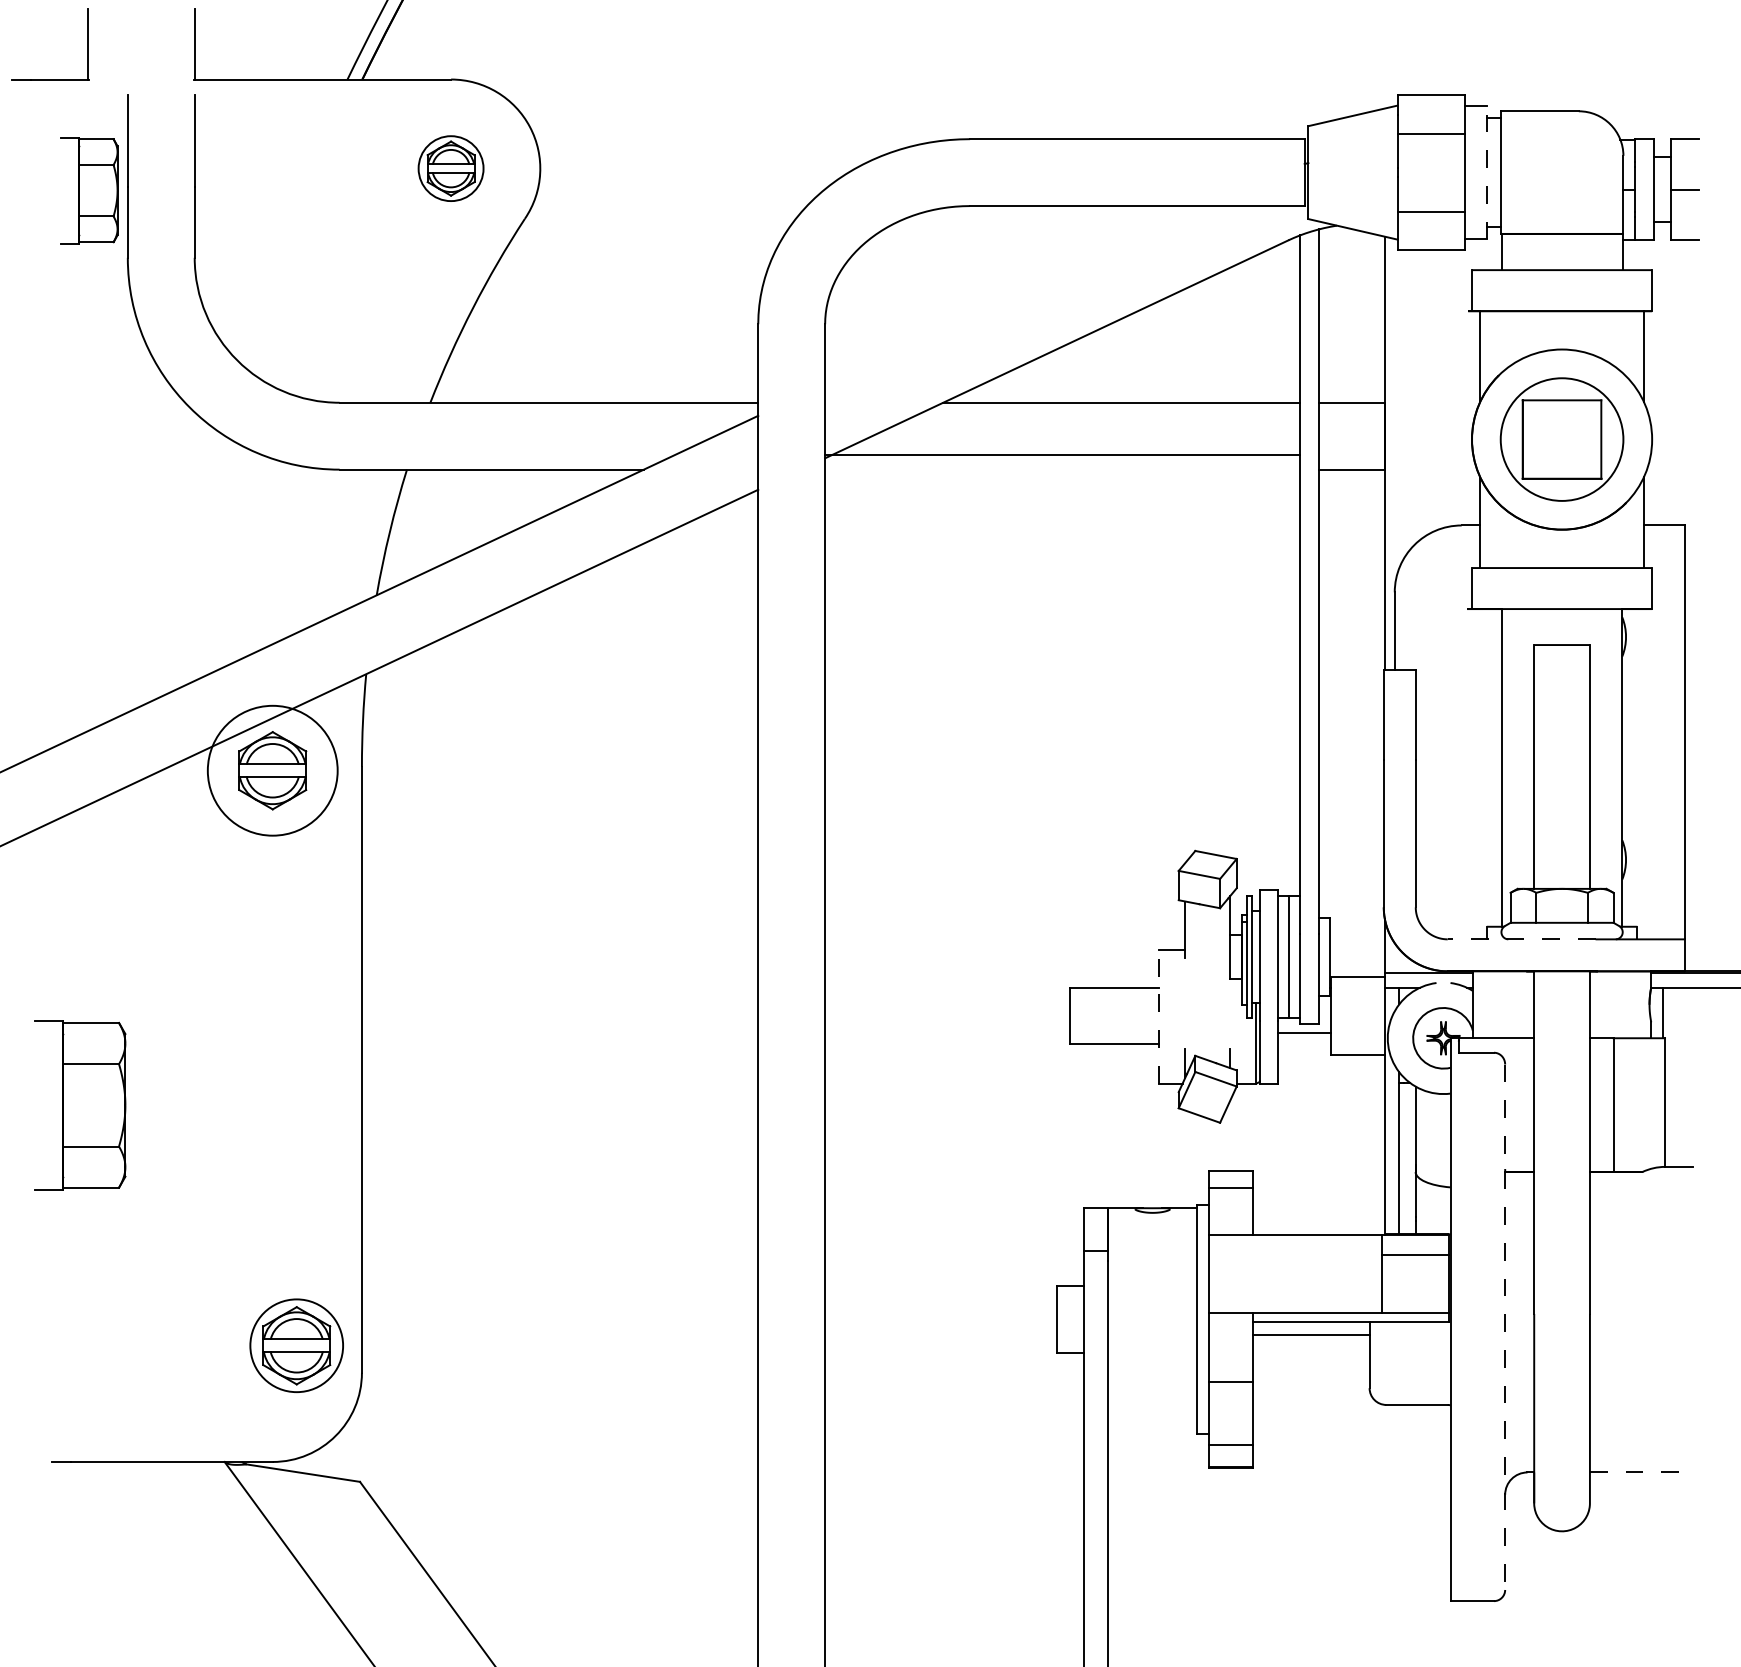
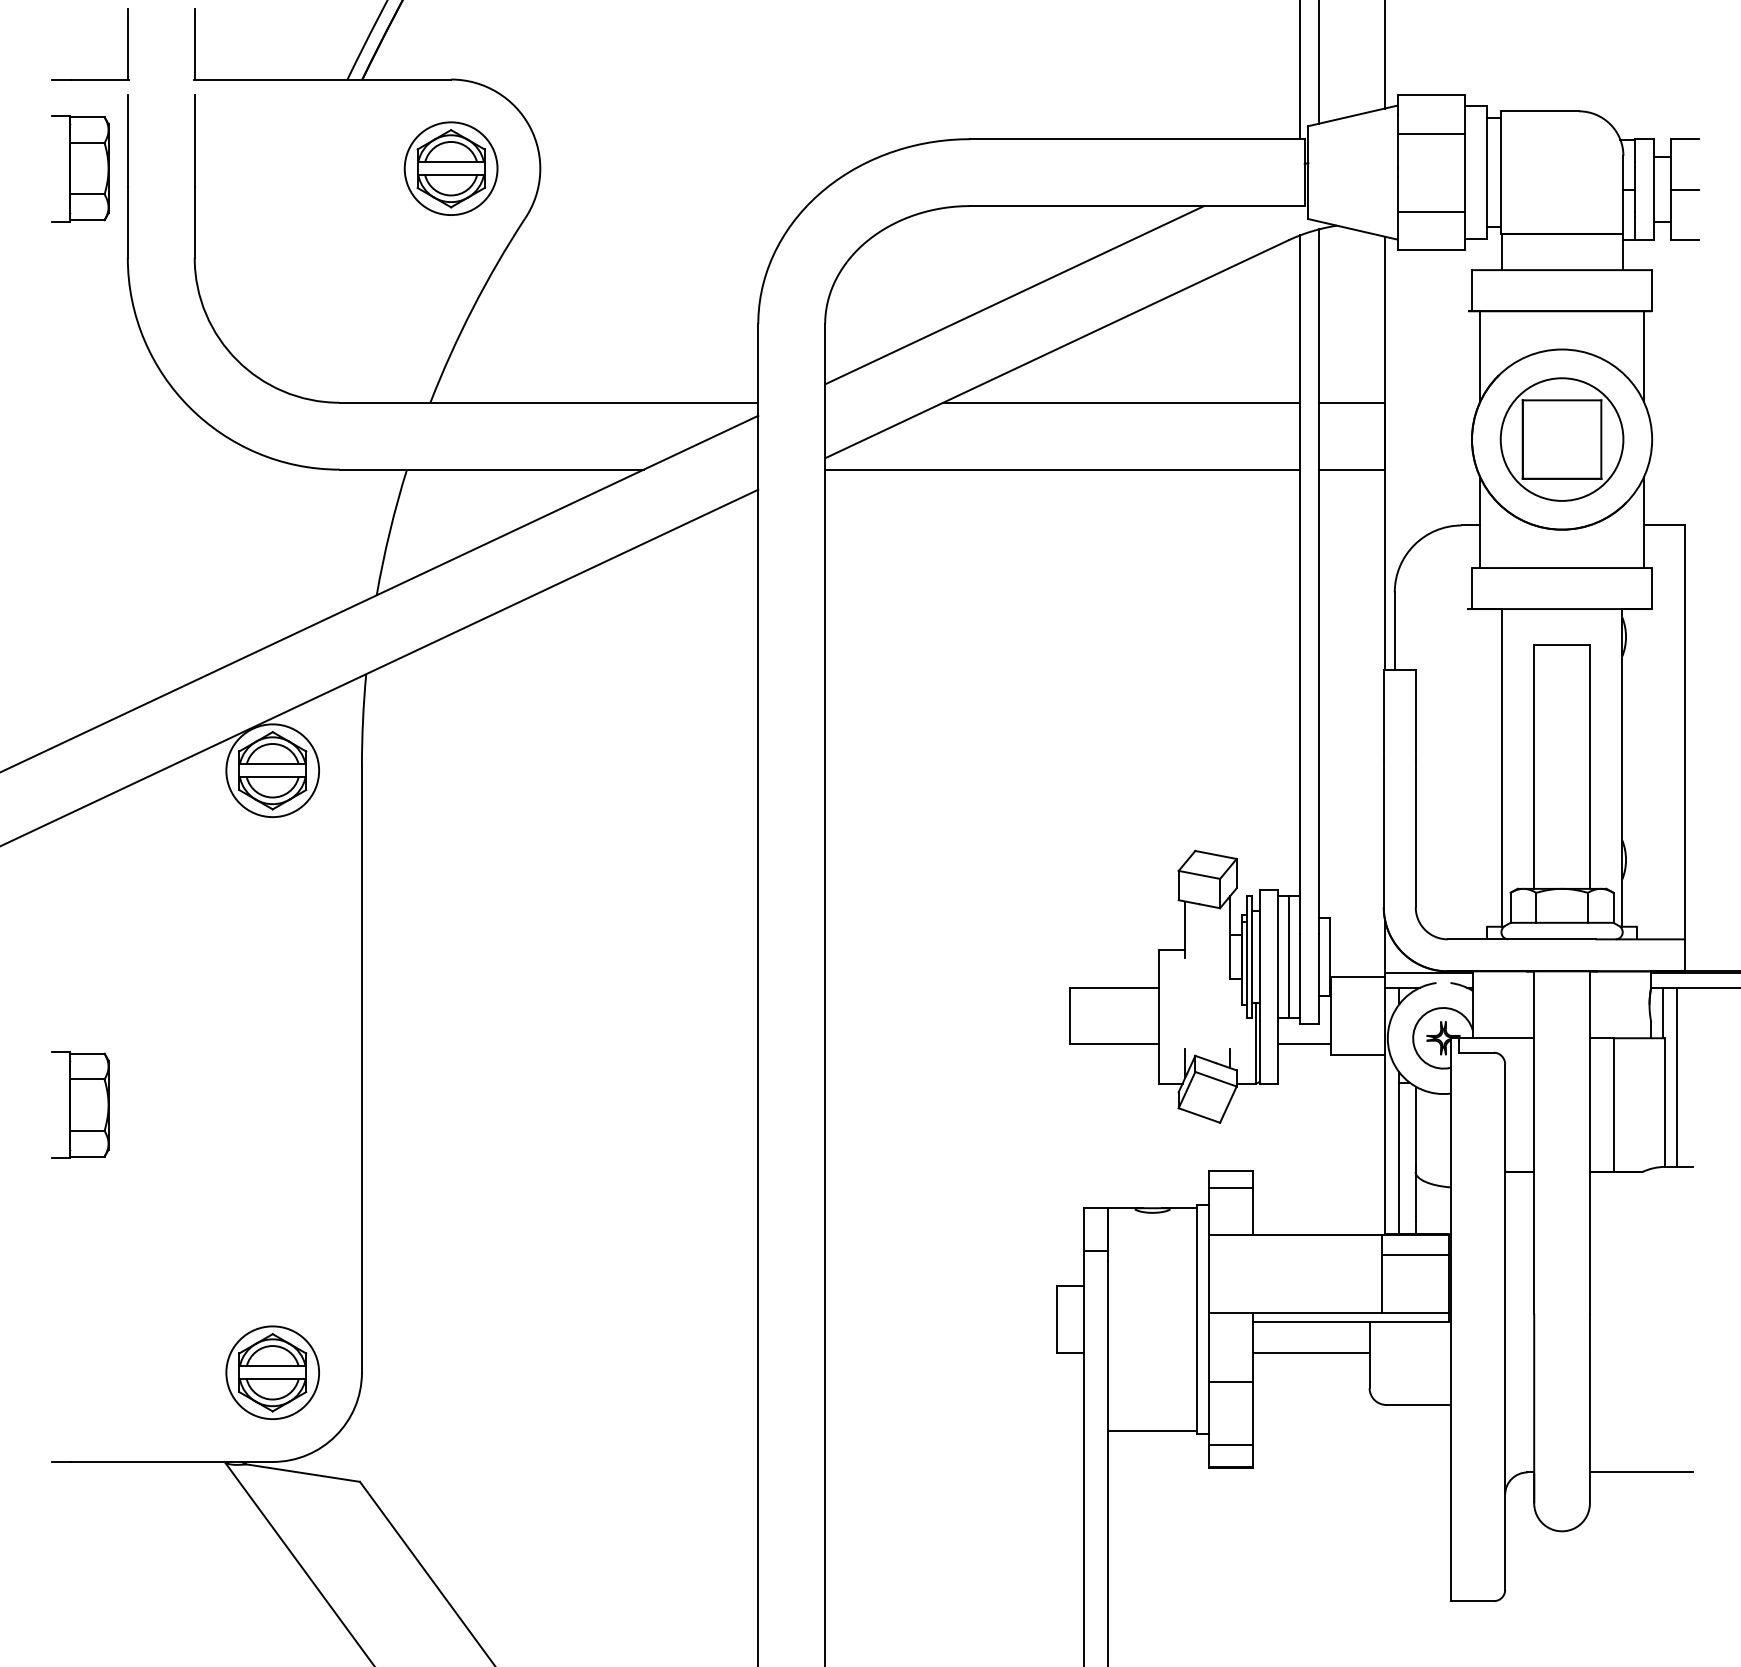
line at (1384, 55): none -> present
line at (1318, 62): none -> present
line at (1300, 70): none -> present
part at (50, 79) position: (50, 79) -> (90, 79)
part at (450, 168) size: 68x67 px -> 96x95 px
line at (1486, 172): dashed -> solid
part at (89, 190) position: (89, 190) -> (80, 168)
line at (1014, 295): none -> present
line at (1062, 454) position: (1062, 454) -> (1062, 469)
circle at (272, 770) diameter: 130 px -> 93 px
line at (1521, 939): dashed -> solid
line at (1159, 1016): dashed -> solid
line at (1304, 1032) position: (1304, 1032) -> (1304, 1043)
line at (1677, 1076): none -> present
part at (80, 1105) size: 93x171 px -> 59x108 px
line at (1505, 1327): dashed -> solid
line at (1311, 1335) position: (1311, 1335) -> (1311, 1353)
part at (296, 1345) position: (296, 1345) -> (272, 1372)
line at (1152, 1431): none -> present
line at (1641, 1472): dashed -> solid
